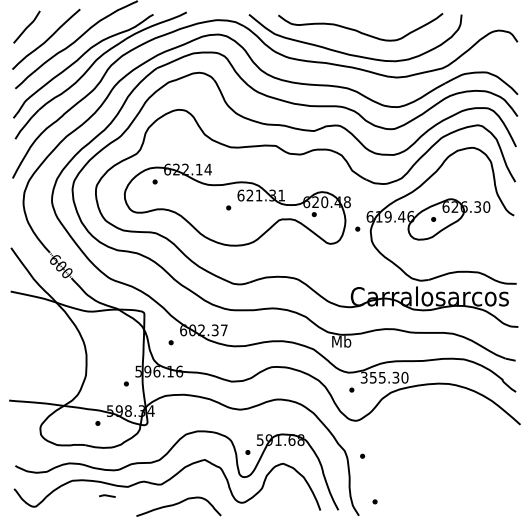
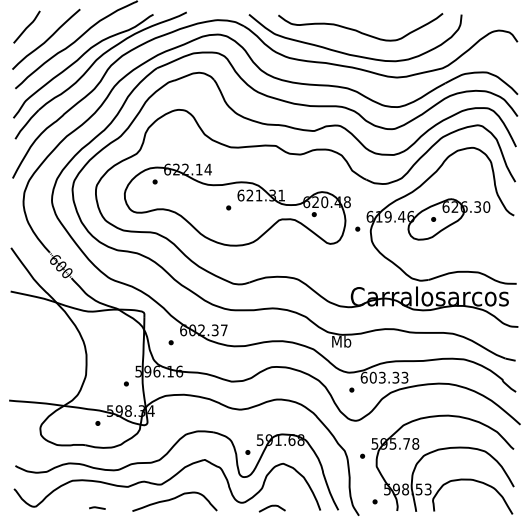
text at (384, 377): 355.30 -> 603.33
part at (441, 450): none -> present
line at (107, 495) position: (107, 495) -> (97, 507)
curve at (178, 504) position: (178, 504) -> (174, 499)
curve at (270, 507): none -> present
